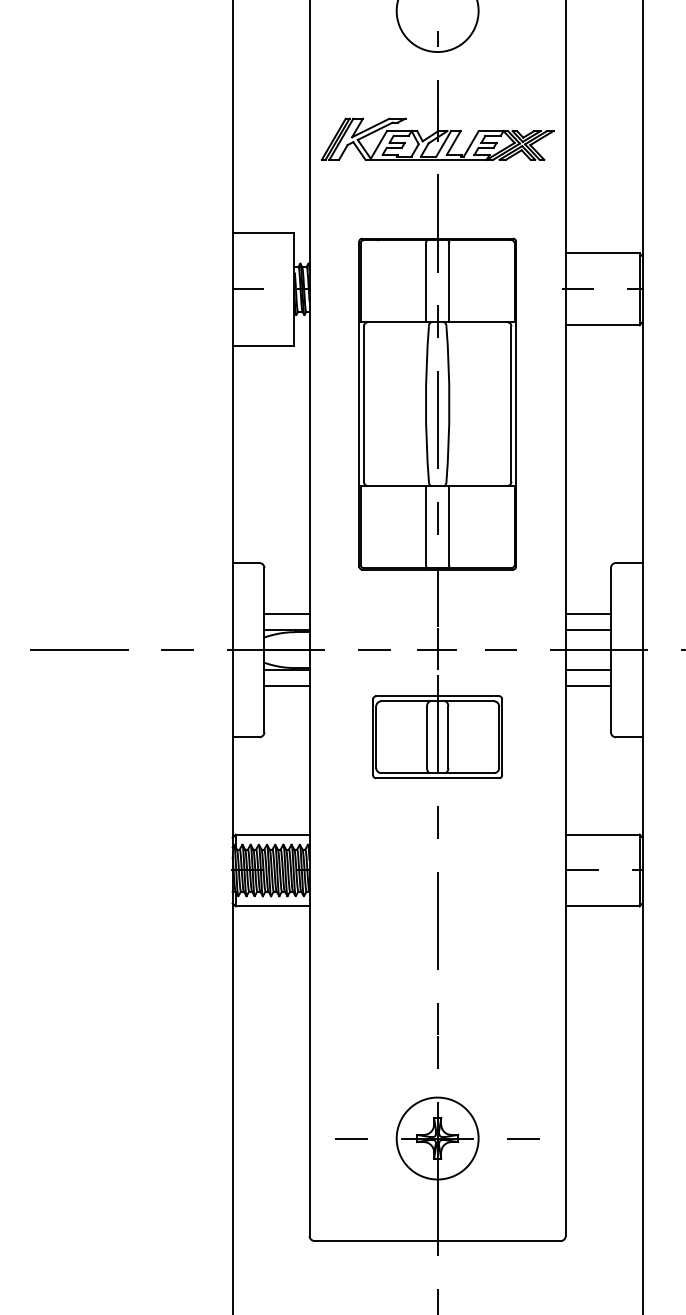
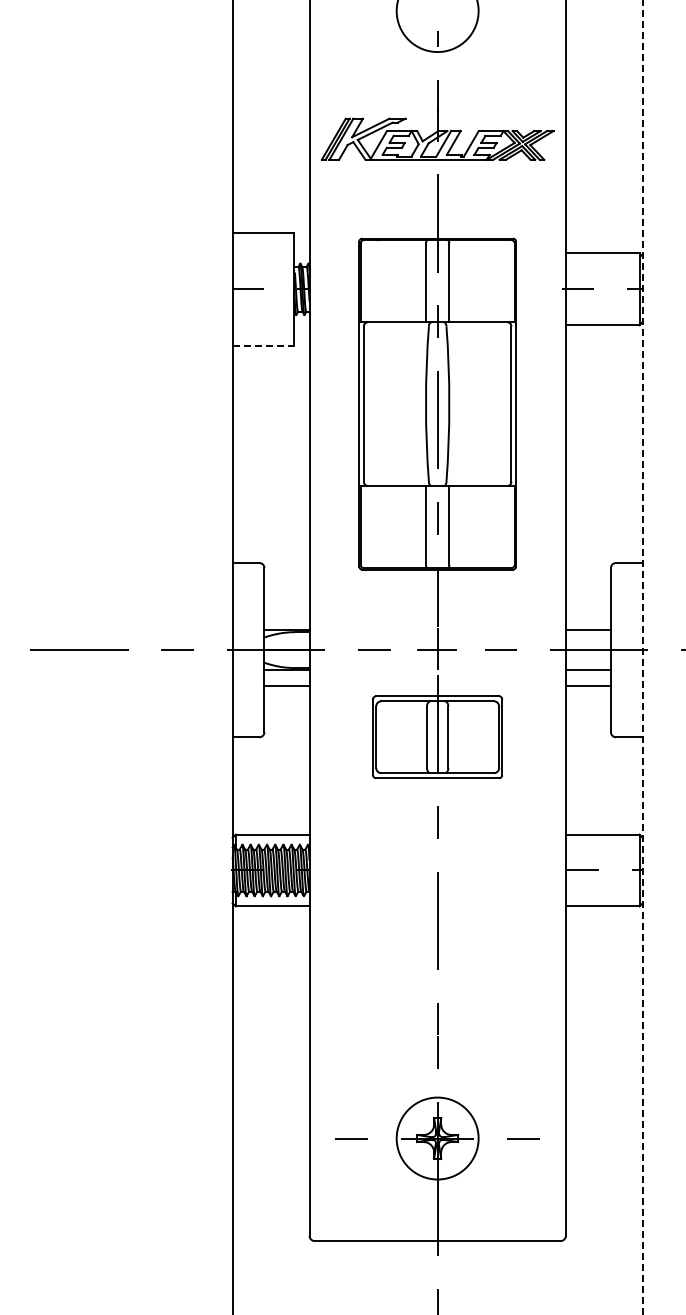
line at (263, 345): solid -> dashed
line at (286, 614): present -> none
line at (587, 614): present -> none
line at (642, 657): solid -> dashed
